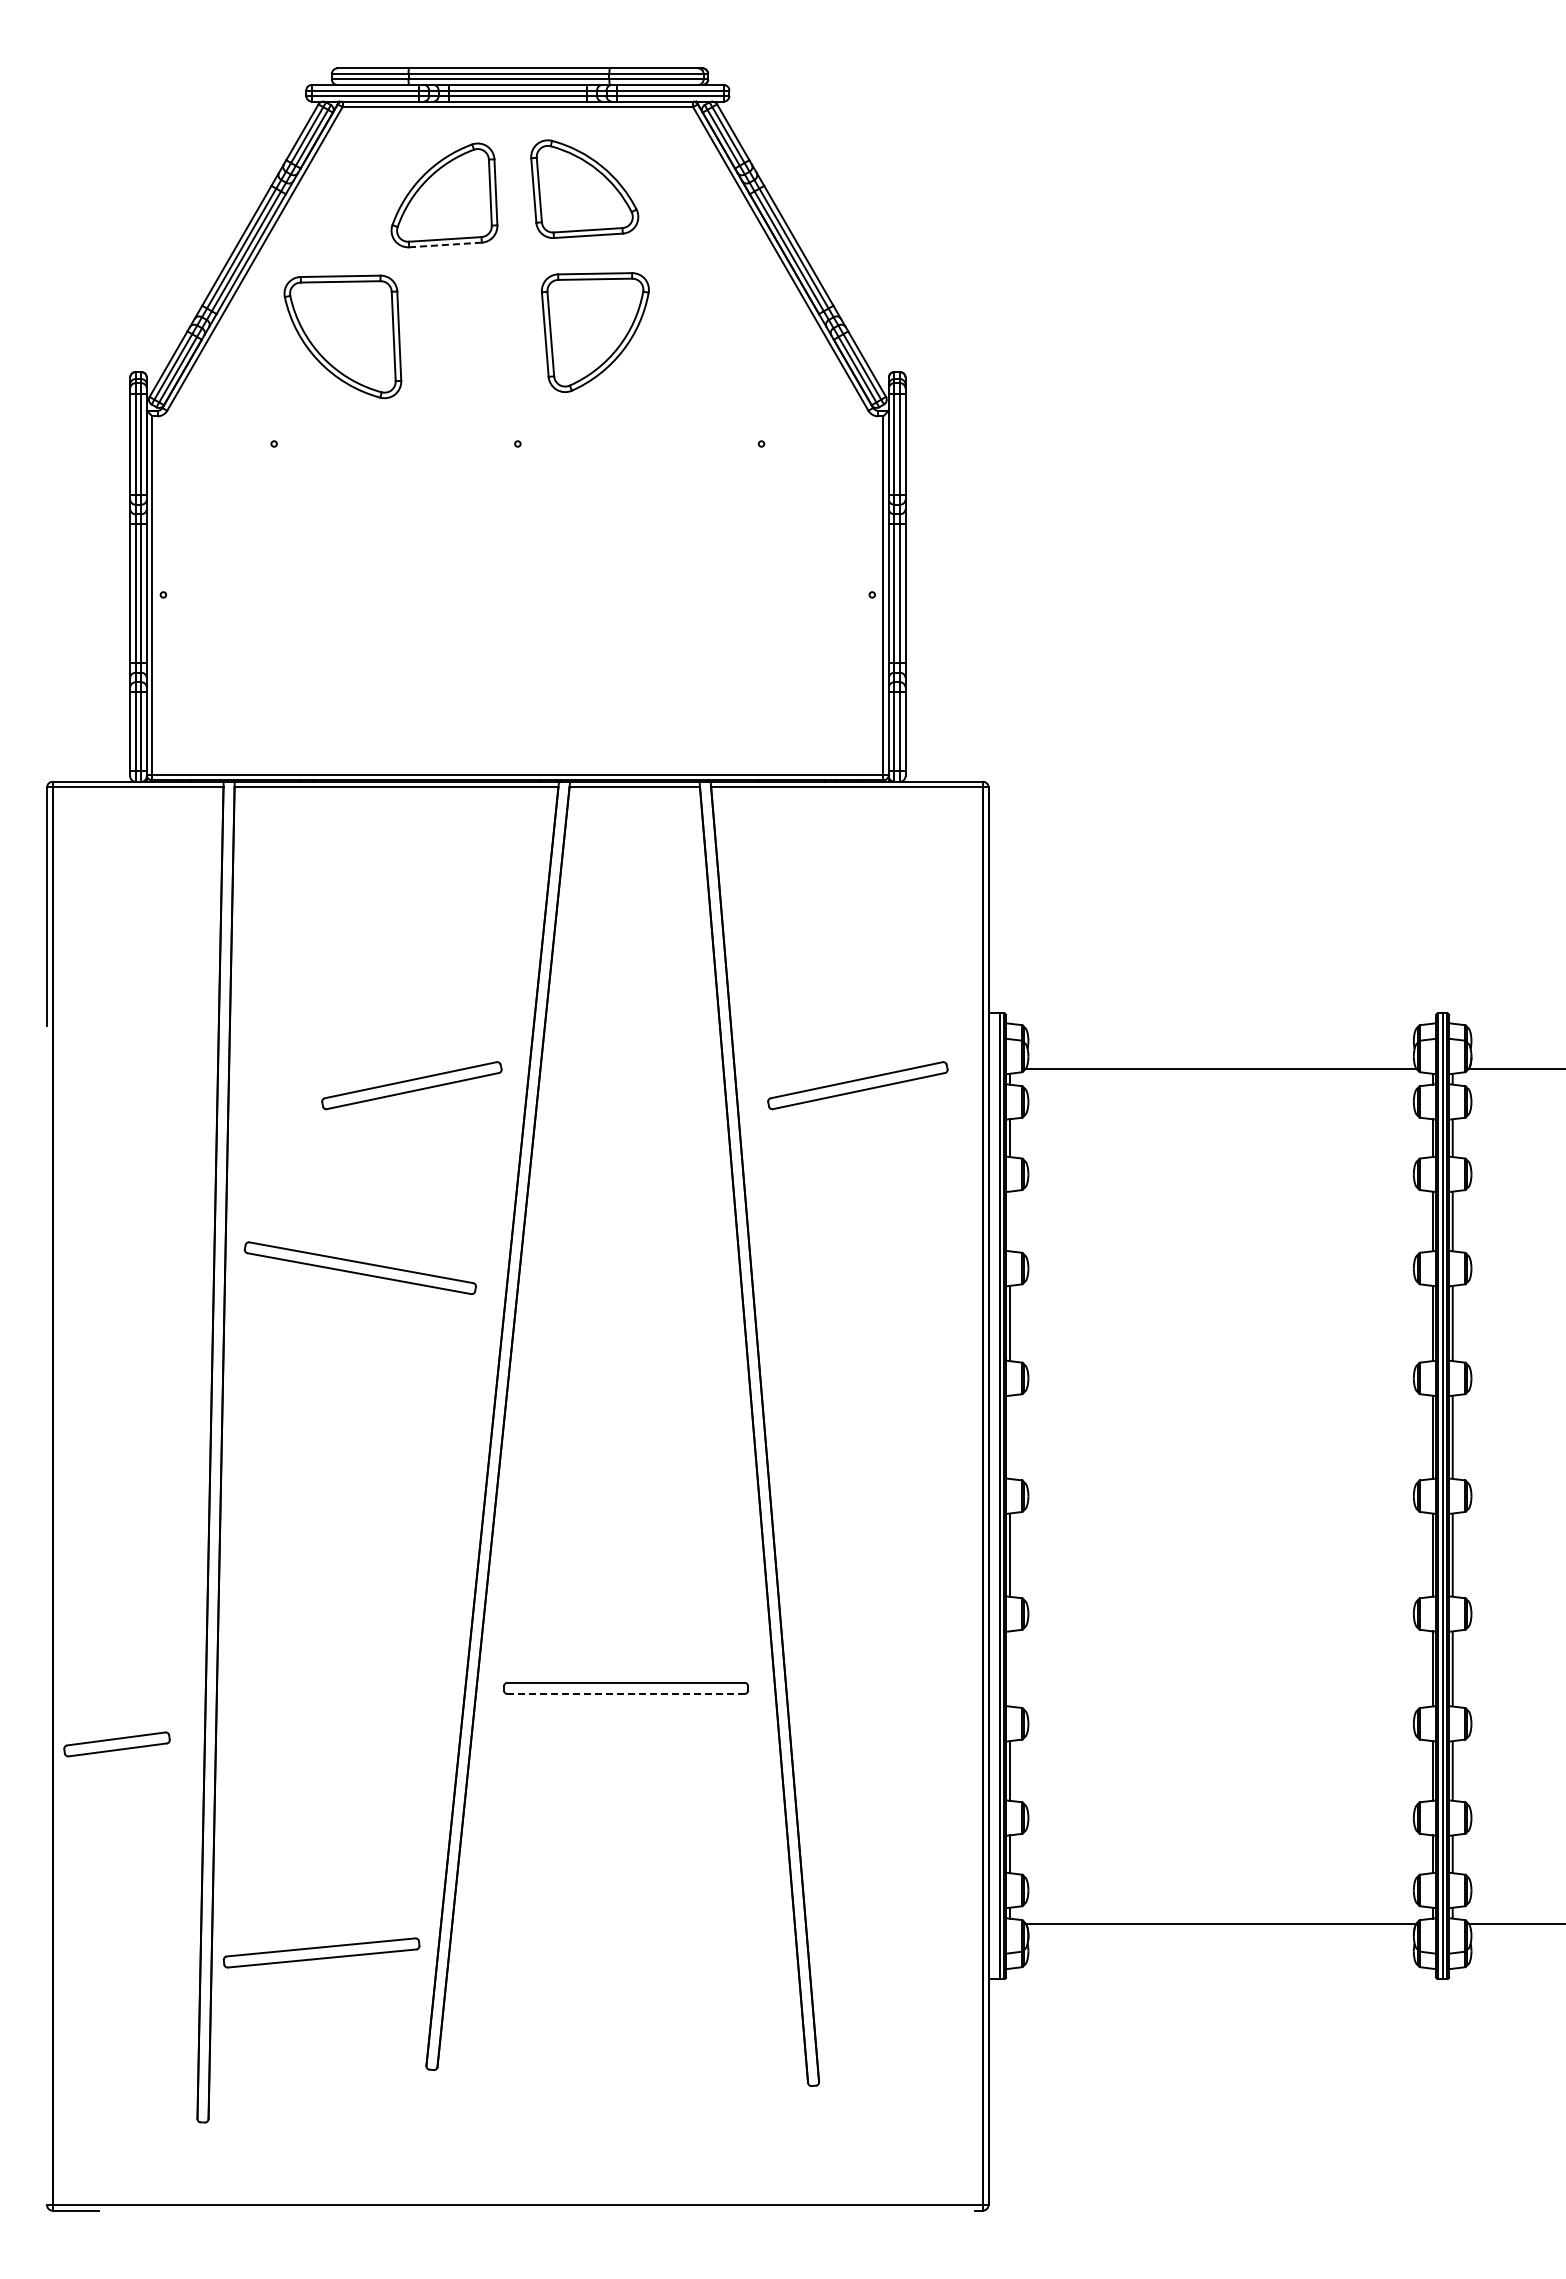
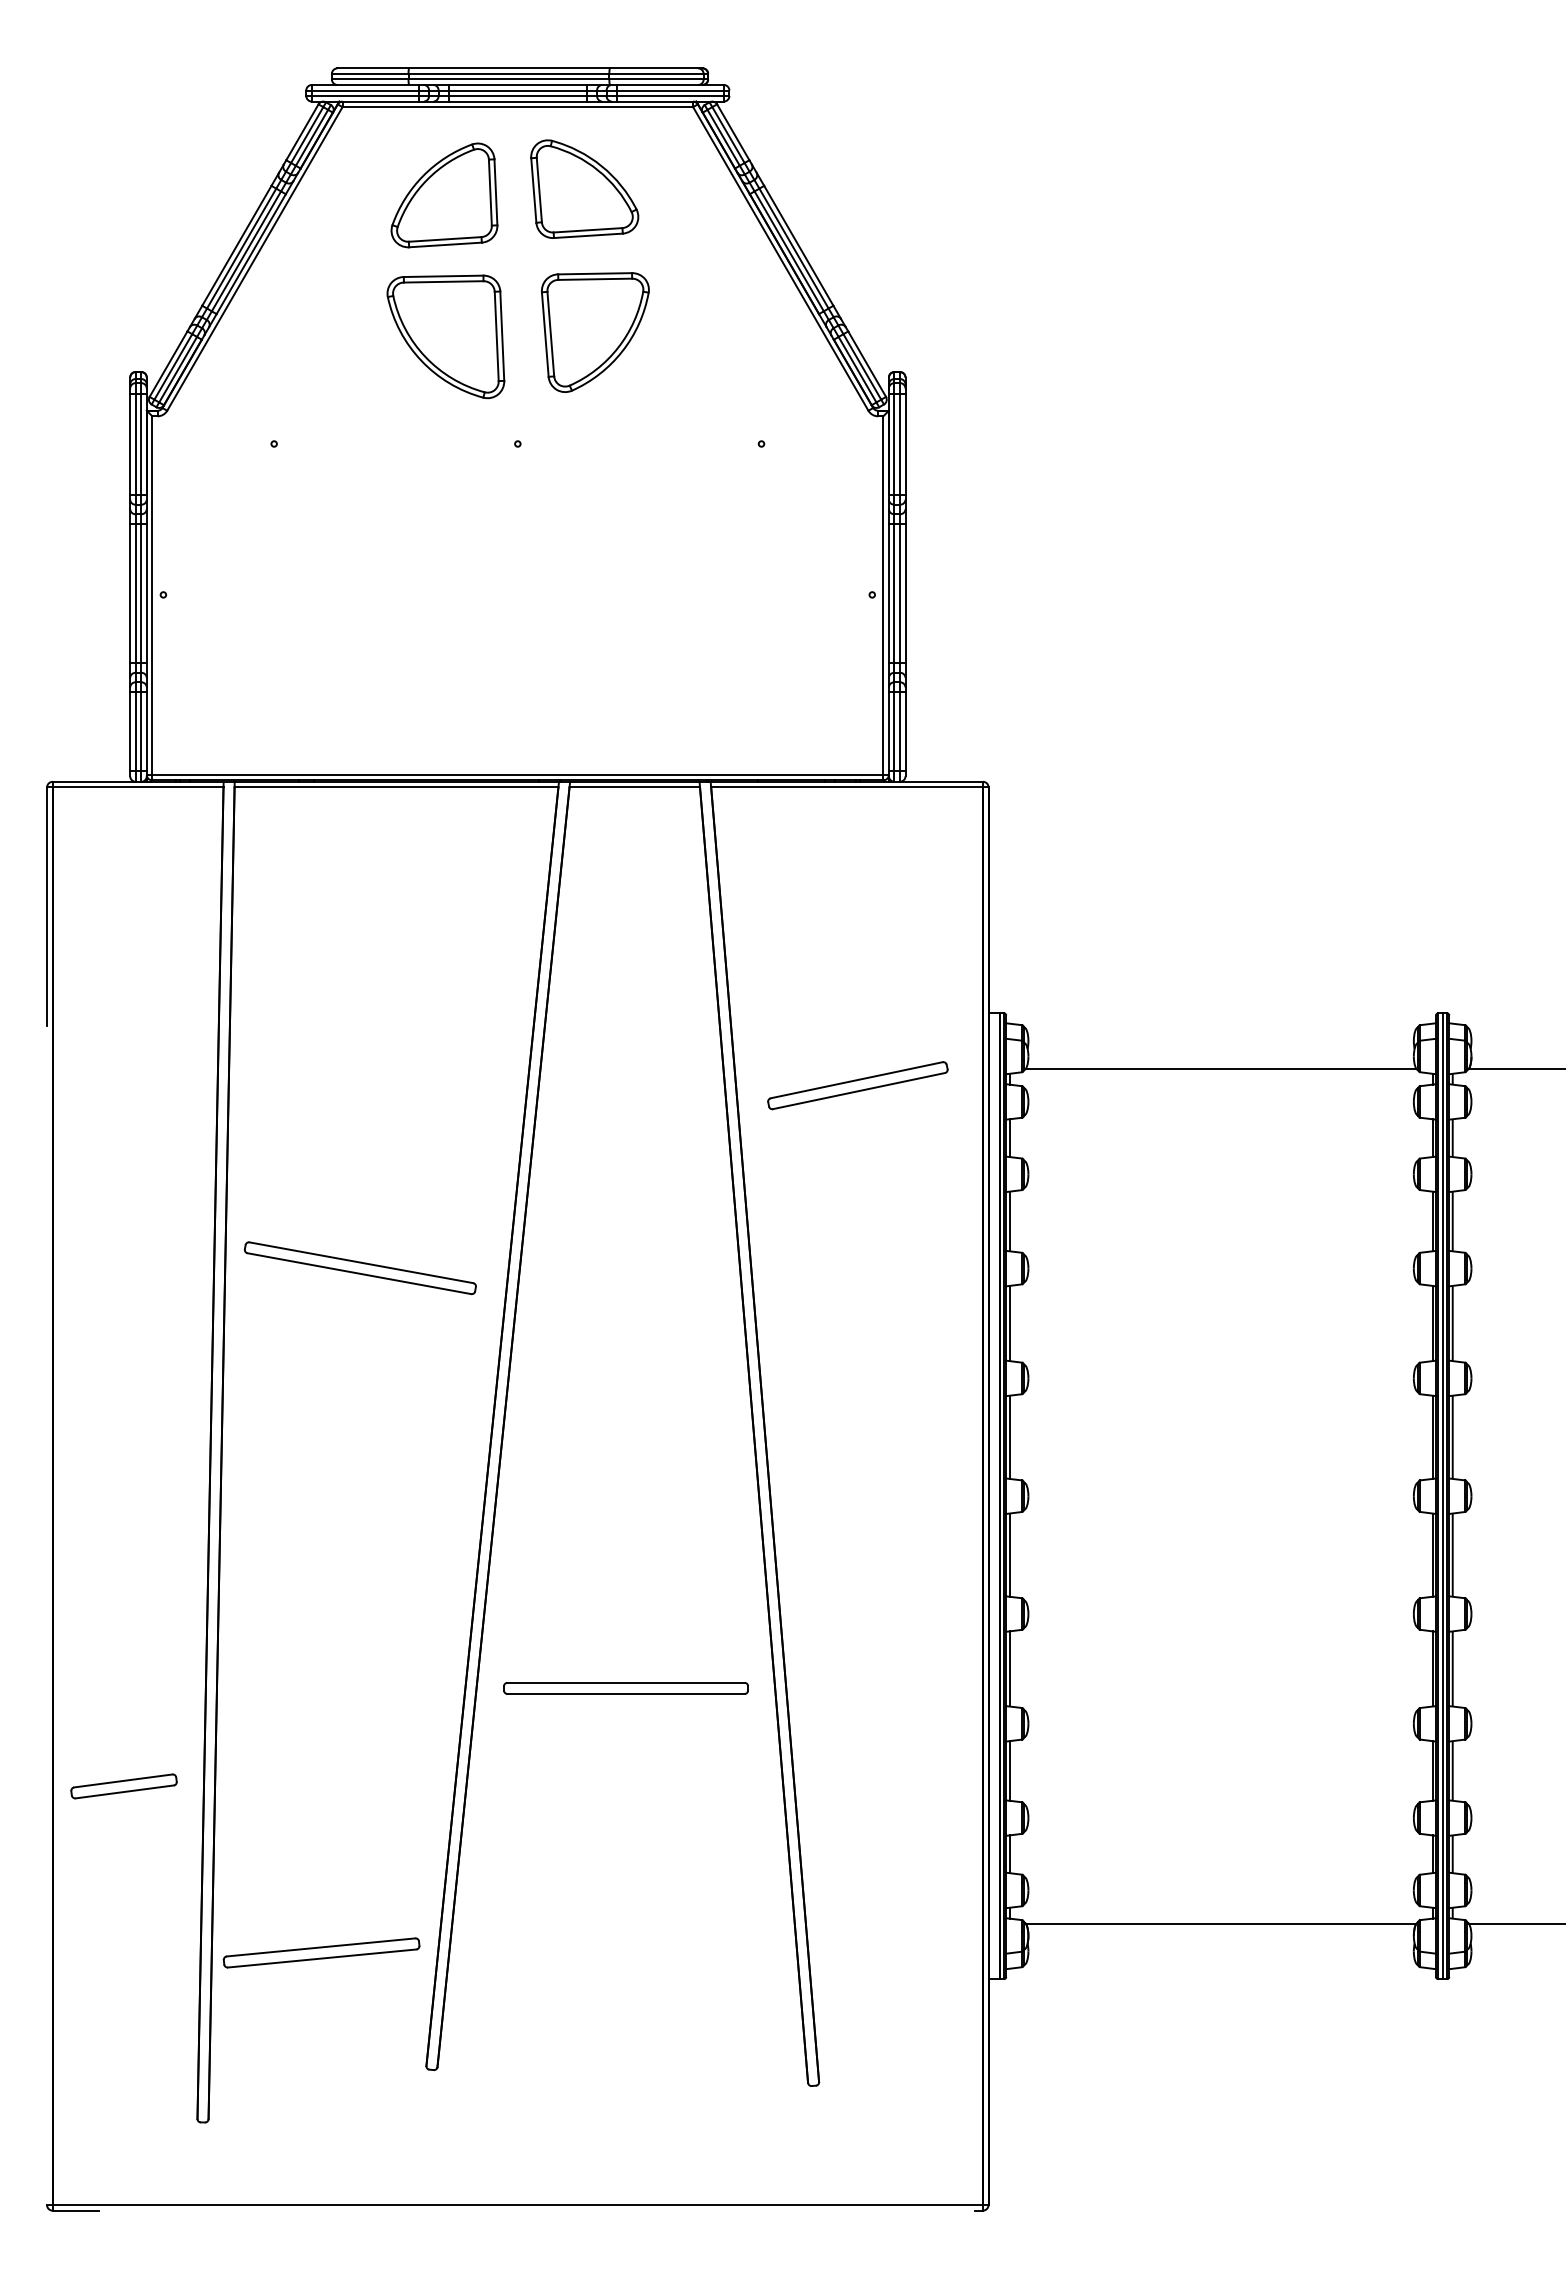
line at (445, 245): dashed -> solid
part at (342, 336) position: (342, 336) -> (445, 336)
part at (411, 1085): present -> none
line at (1009, 1221): none -> present
line at (1009, 1436): none -> present
line at (1009, 1668): none -> present
line at (626, 1693): dashed -> solid
part at (116, 1744) position: (116, 1744) -> (123, 1786)
